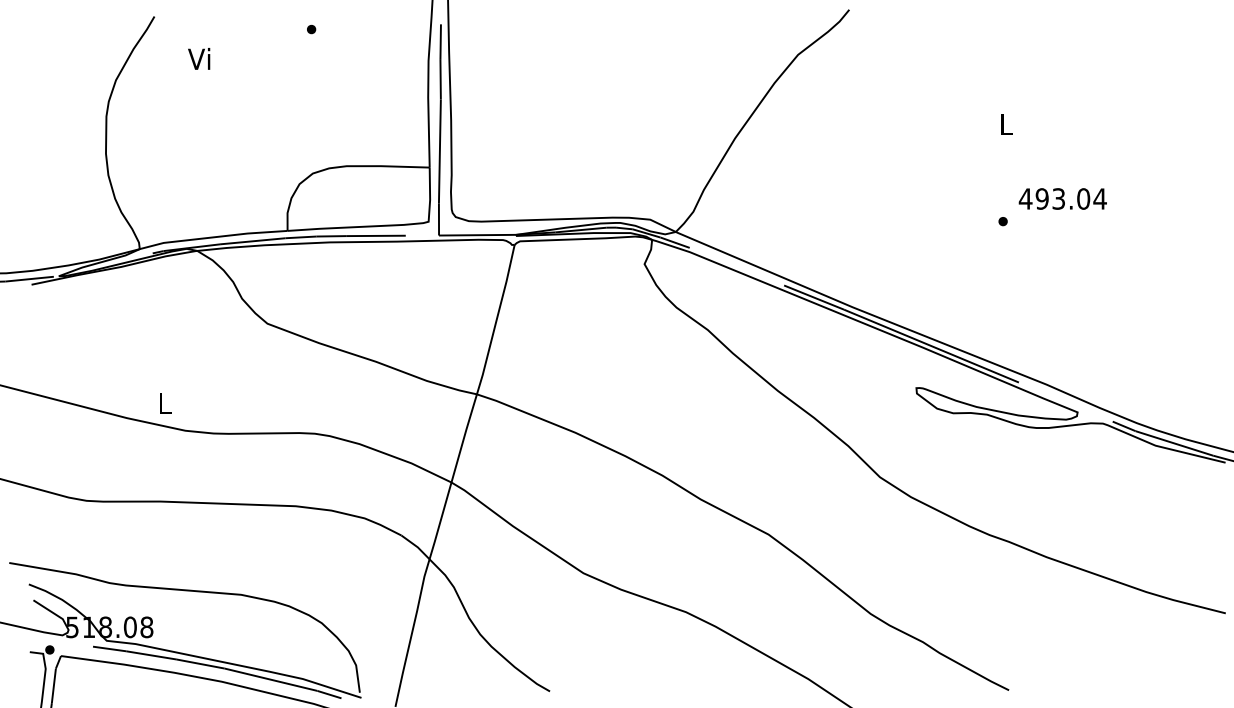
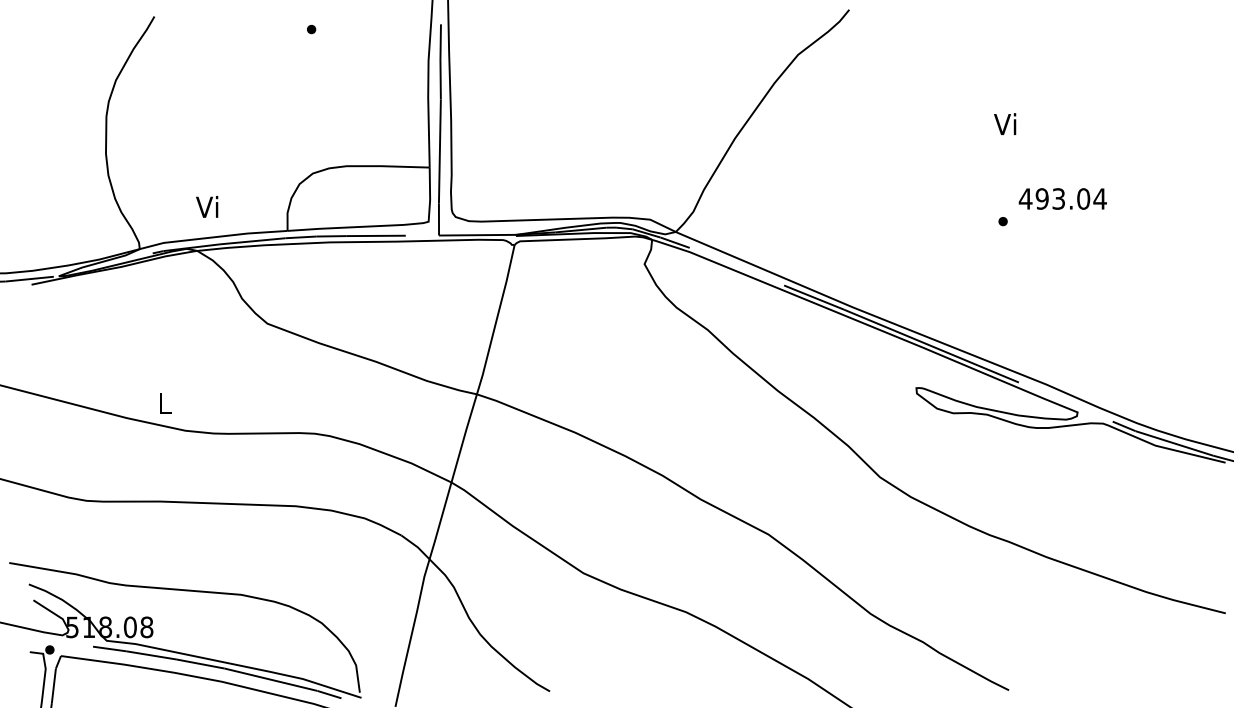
text at (199, 58) position: (199, 58) -> (207, 206)
text at (1005, 124): L -> Vi
